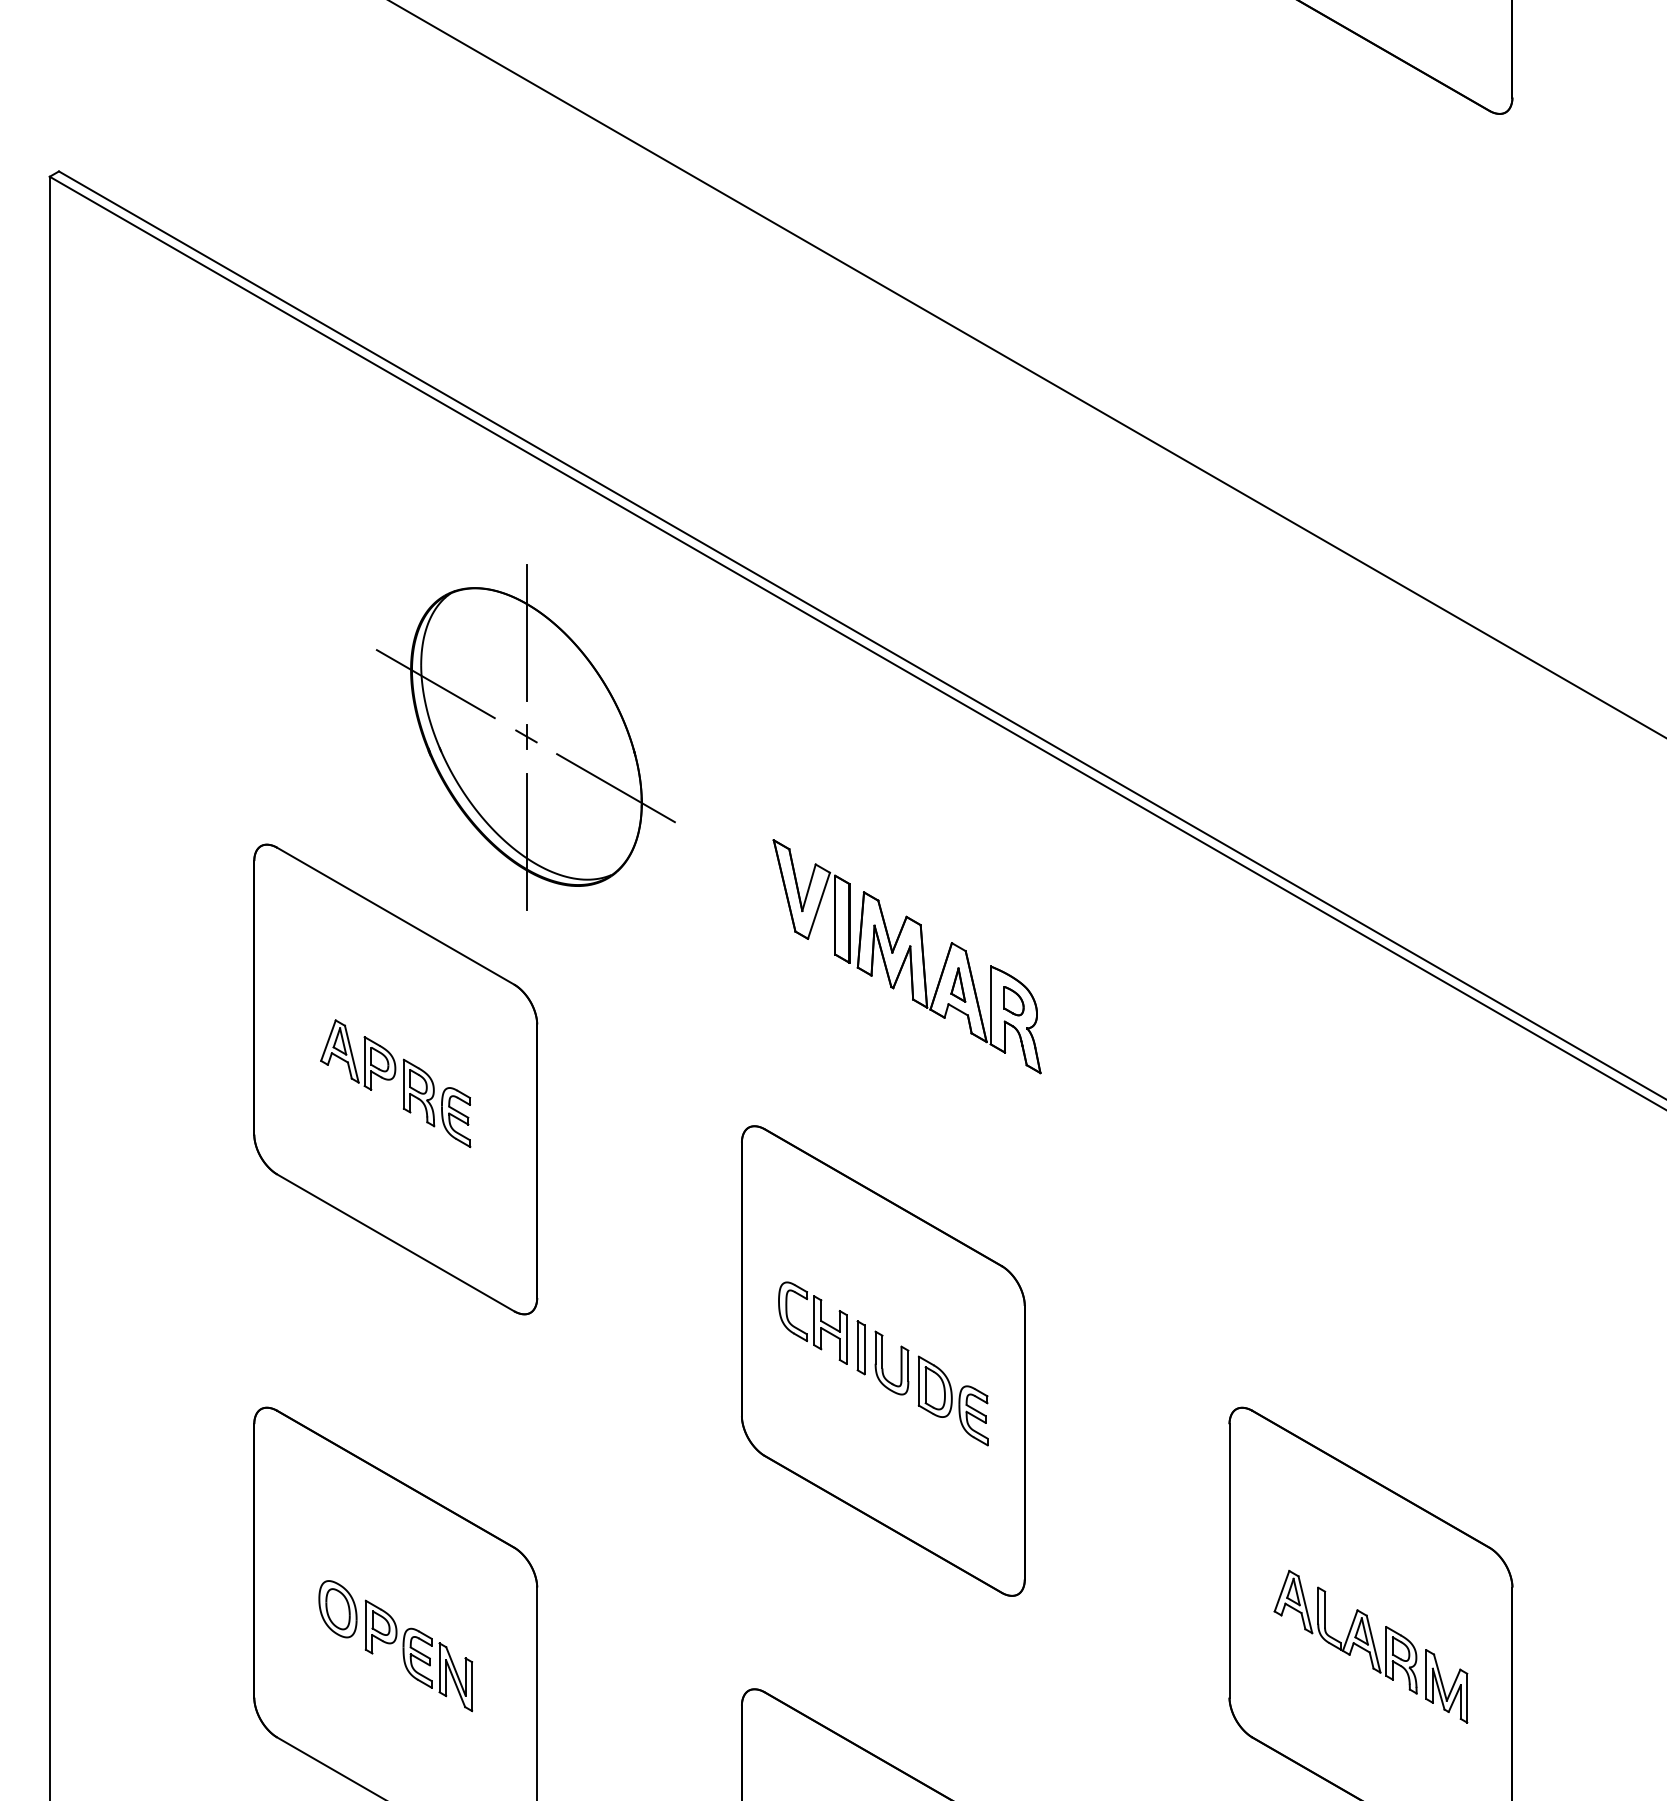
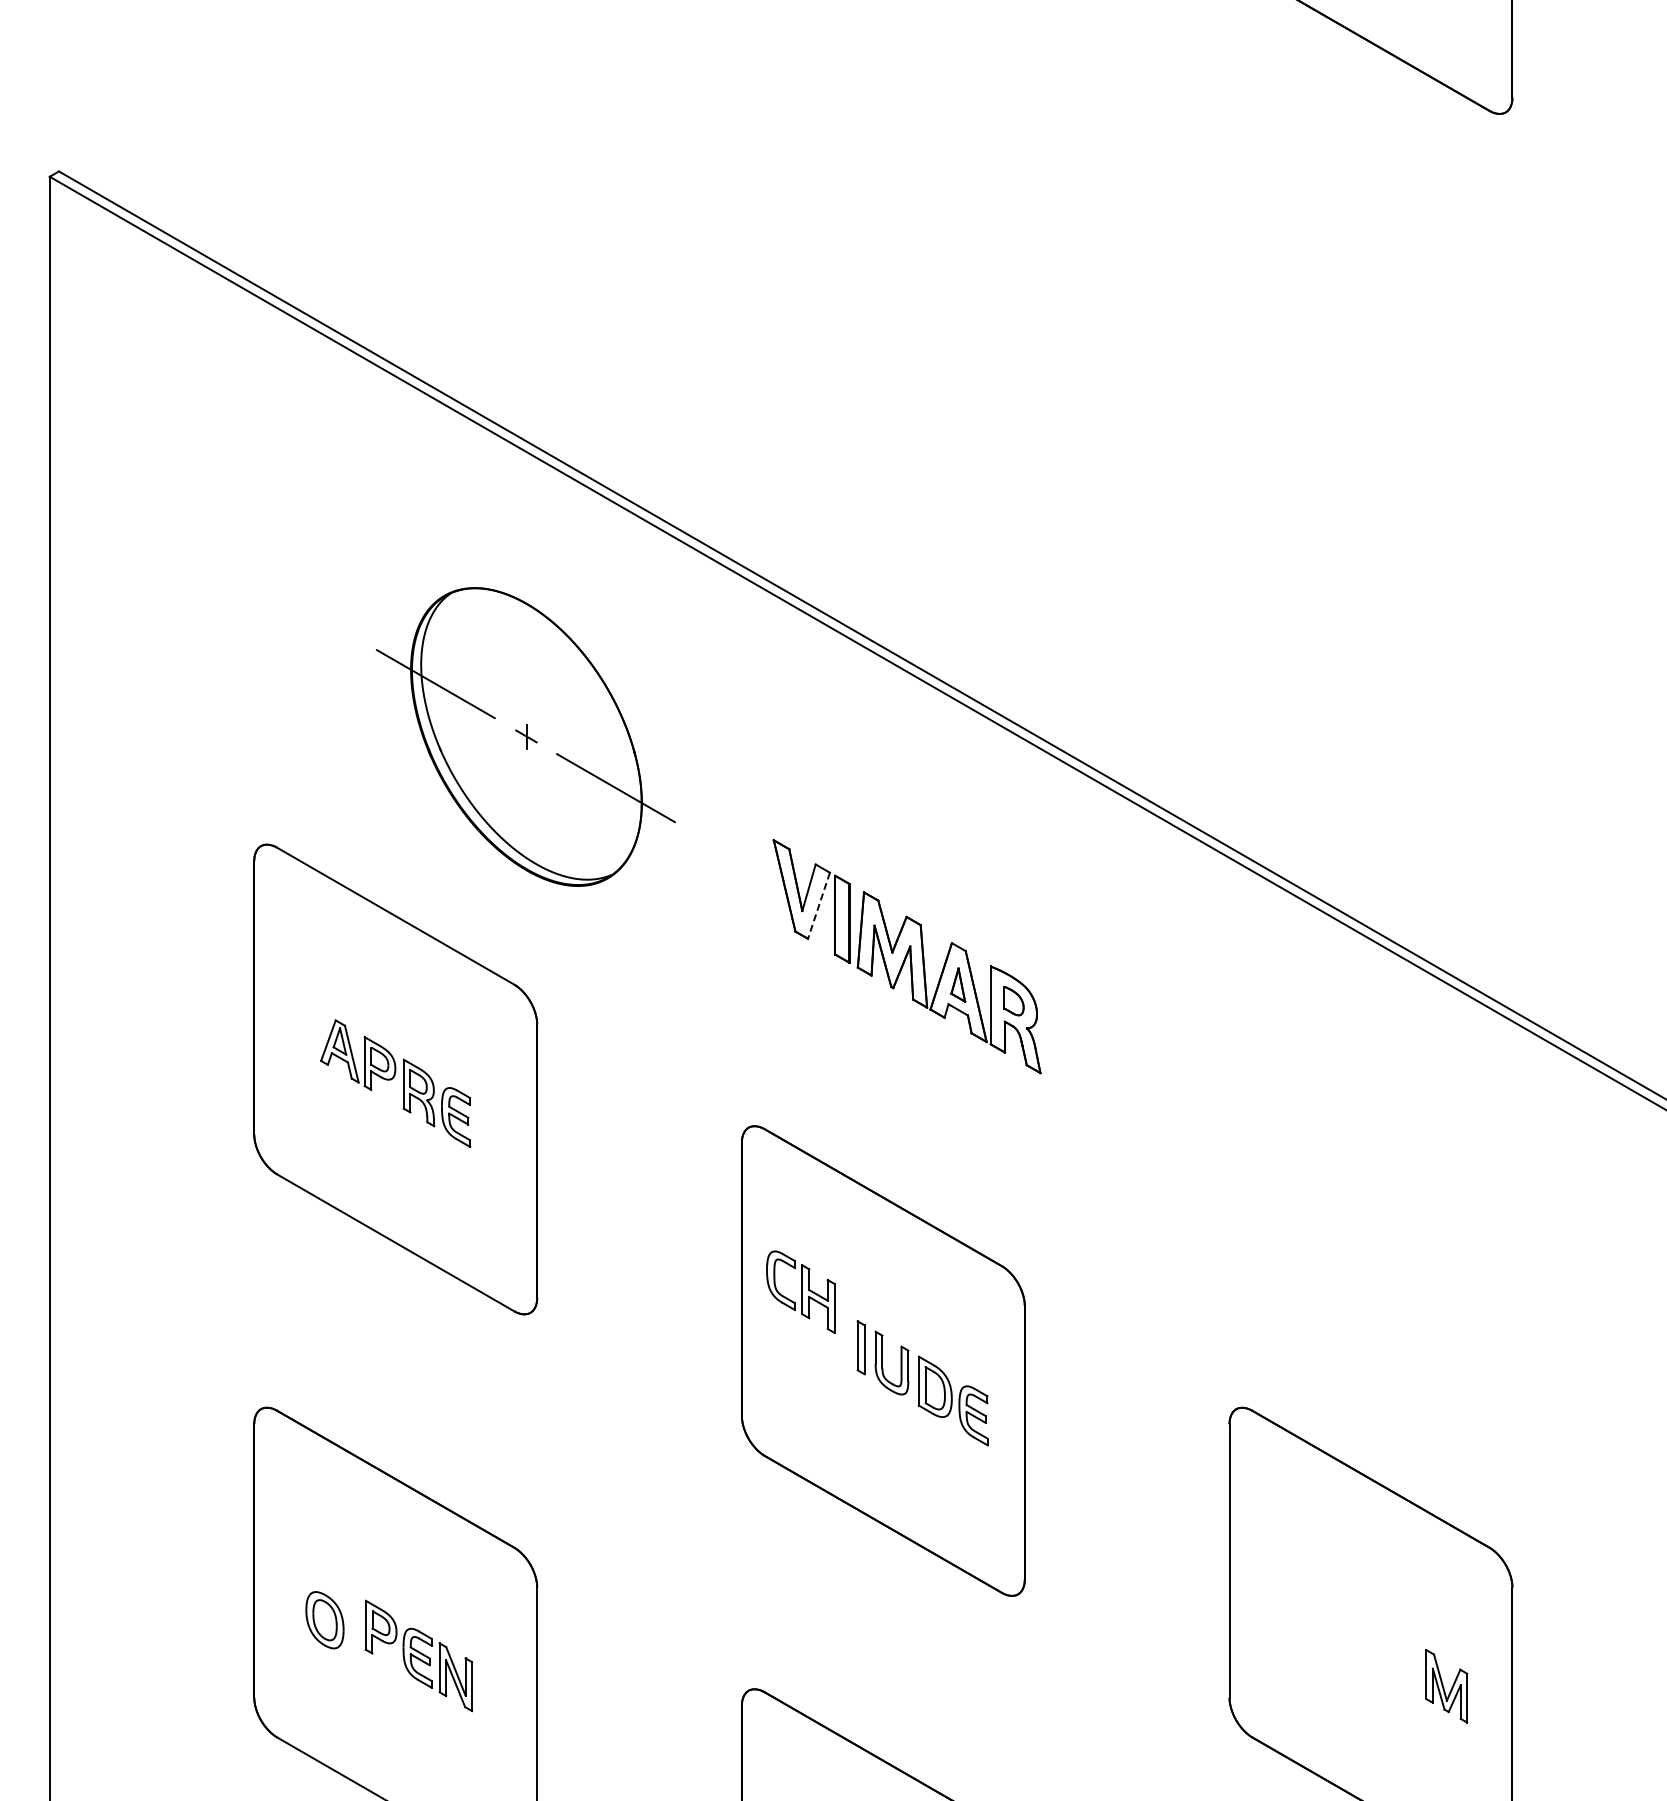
line at (1027, 369): present -> none
line at (526, 632): present -> none
line at (526, 841): present -> none
line at (818, 905): solid -> dashed
part at (812, 1322) position: (812, 1322) -> (800, 1291)
part at (337, 1609) position: (337, 1609) -> (324, 1620)
part at (1345, 1632): present -> none
